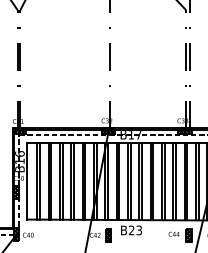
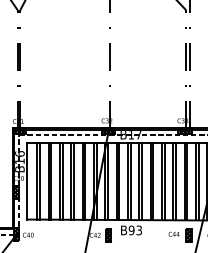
text at (131, 230): B23 -> B93
